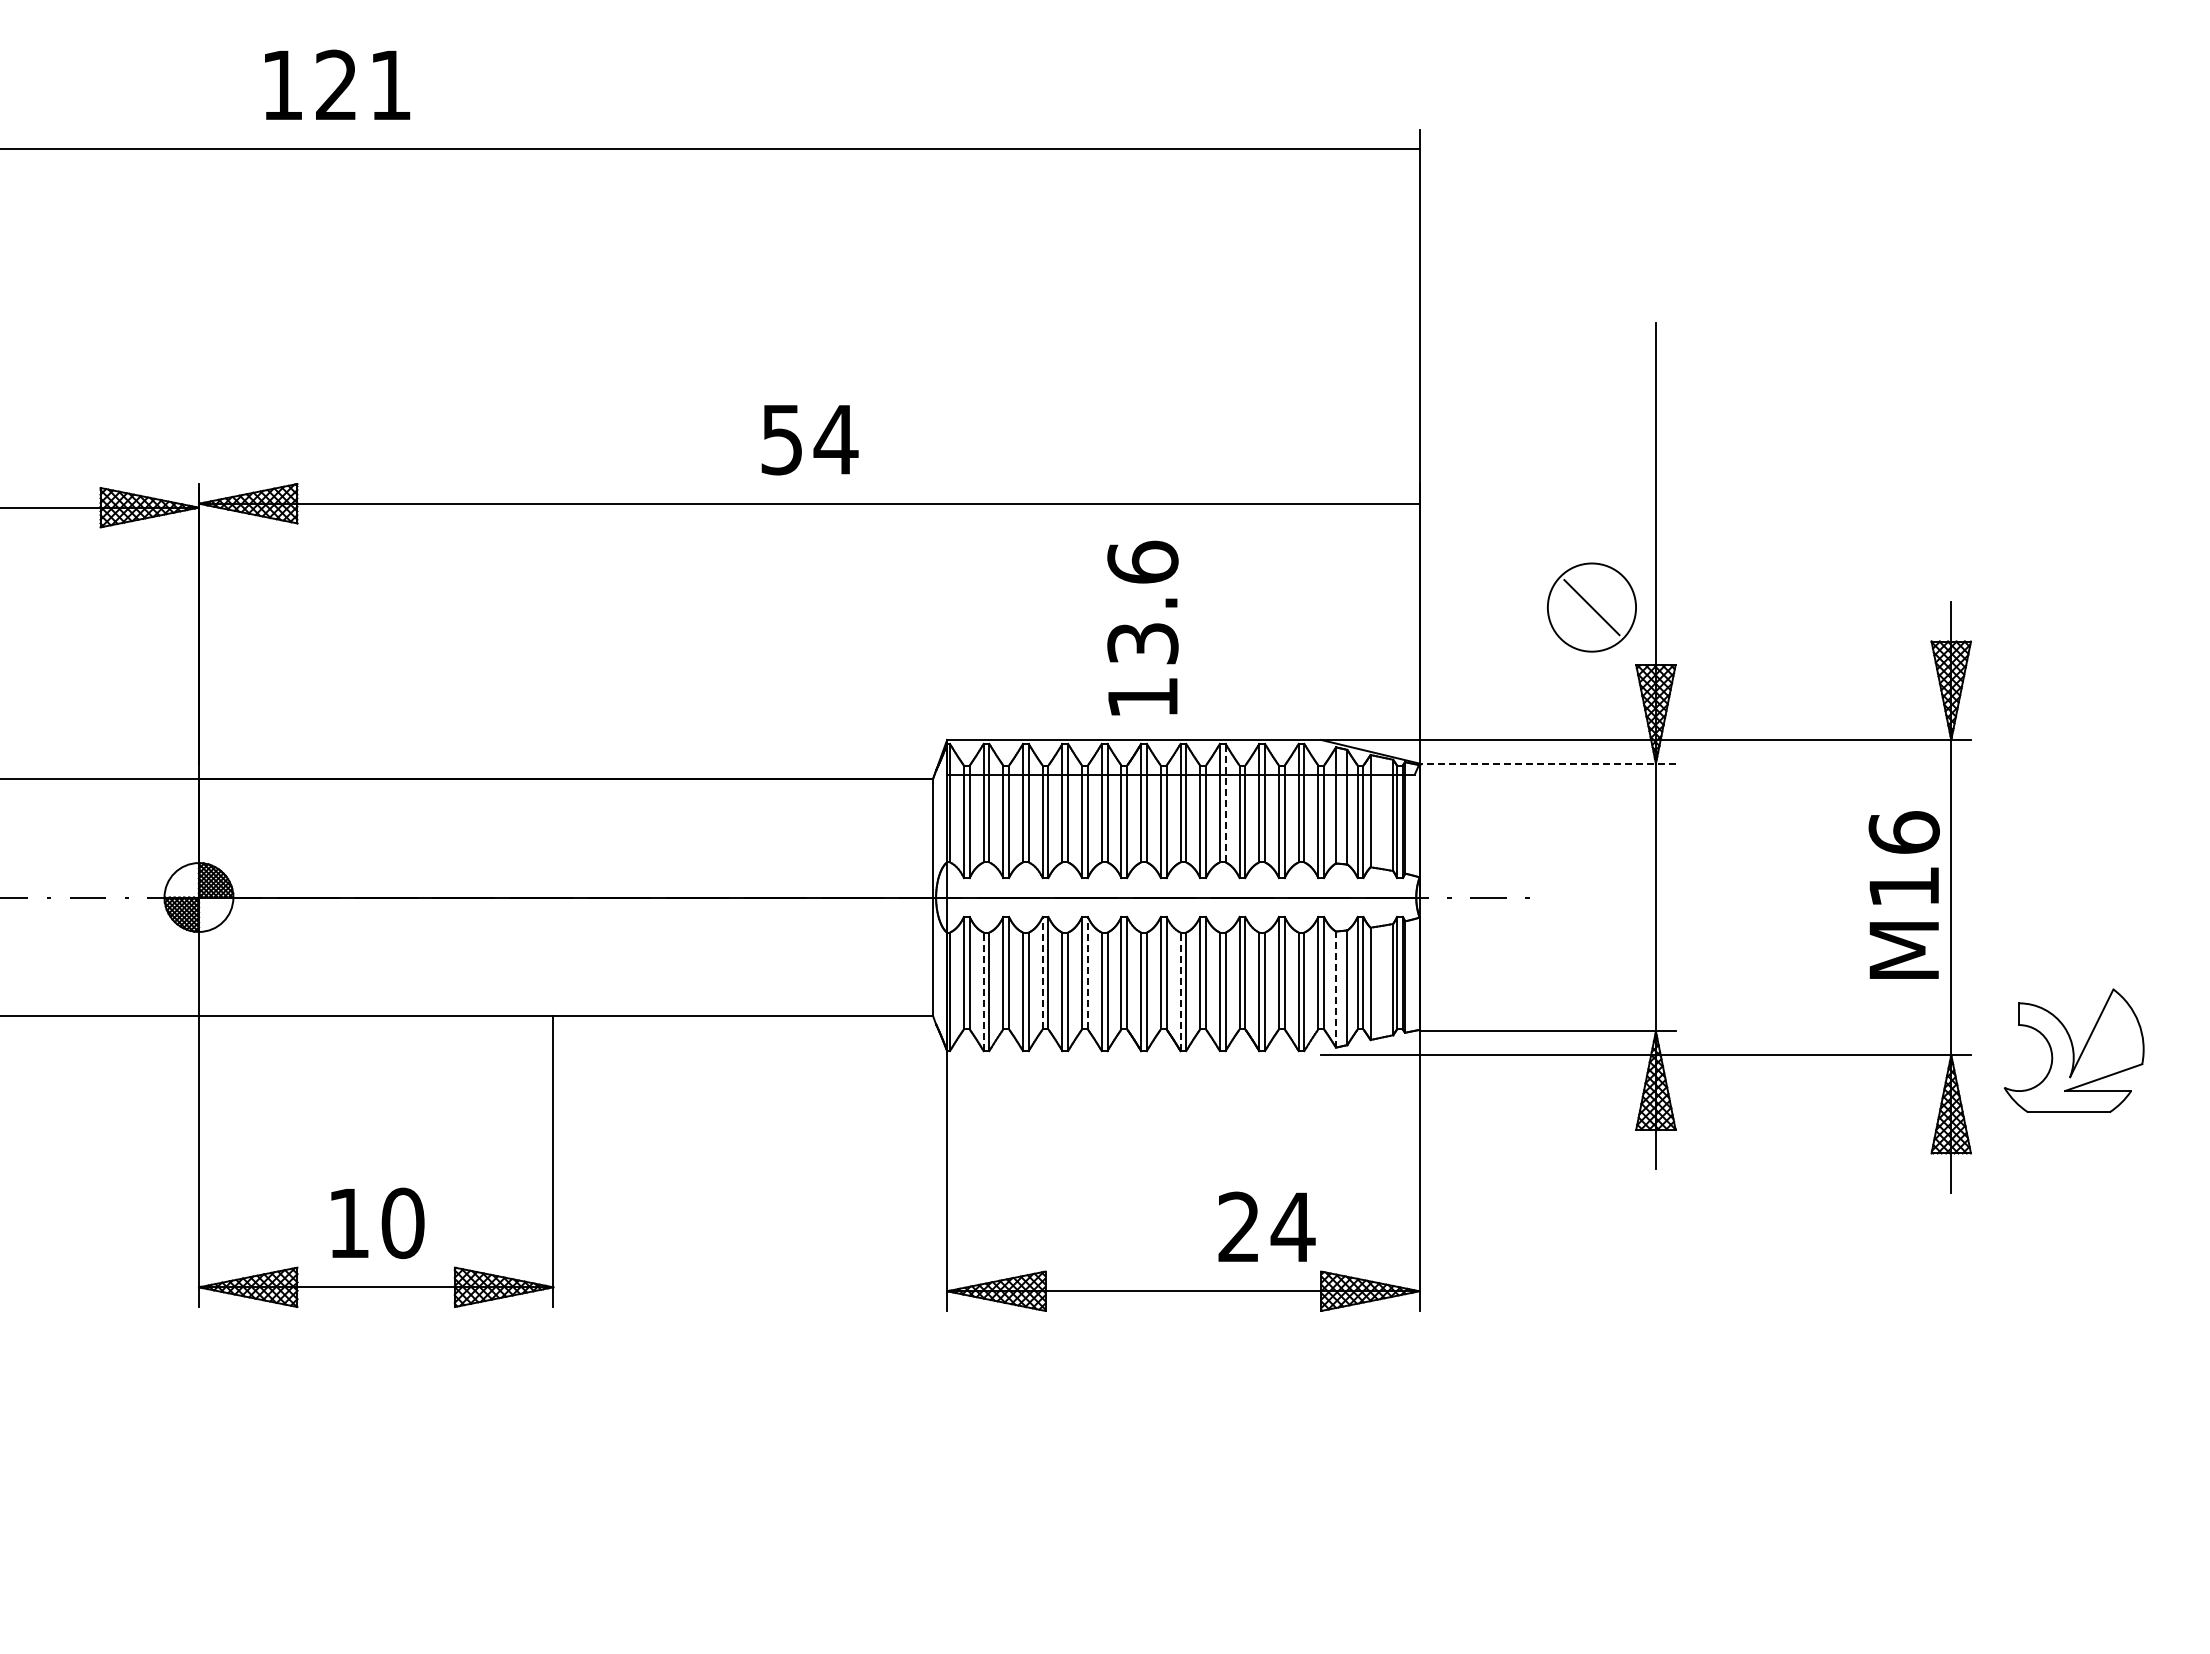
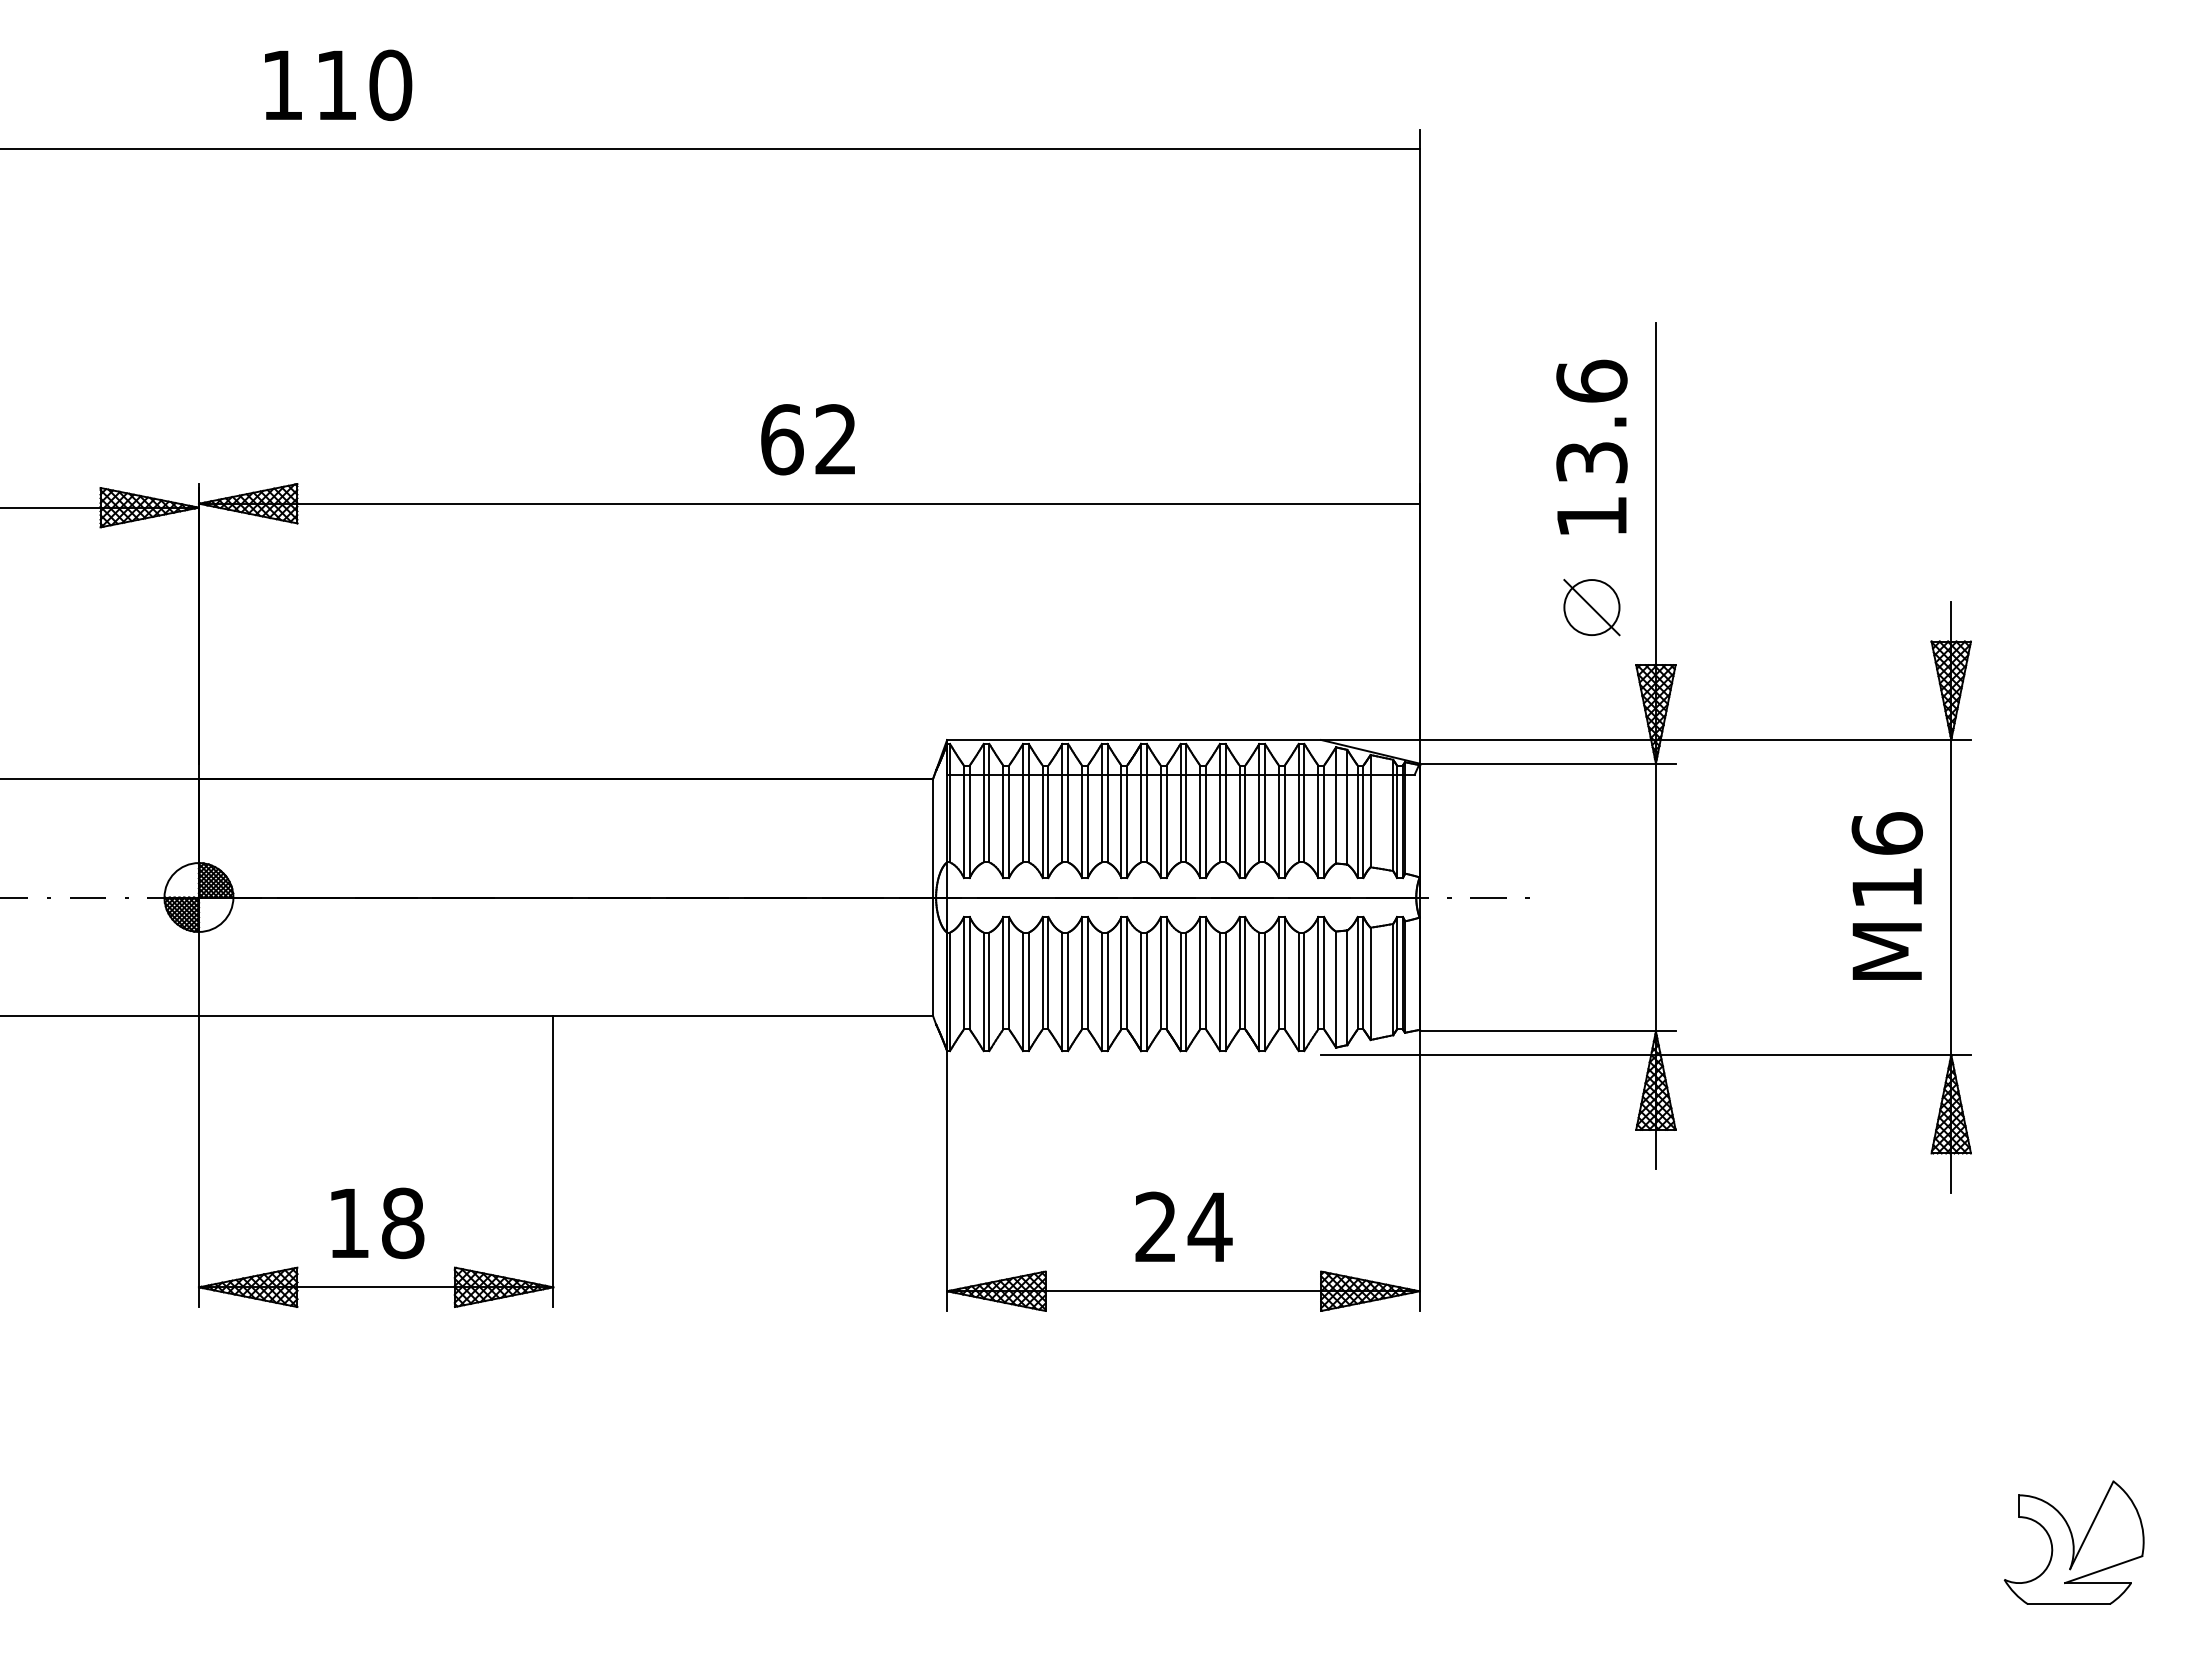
text at (364, 85): 121 -> 110
text at (809, 439): 54 -> 62
circle at (1591, 607) diameter: 88 px -> 55 px
text at (1142, 627) position: (1142, 627) -> (1591, 446)
line at (1547, 763): dashed -> solid
line at (1225, 802): dashed -> solid
text at (1903, 894) position: (1903, 894) -> (1886, 895)
line at (1042, 972): dashed -> solid
line at (1087, 972): dashed -> solid
line at (1336, 989): dashed -> solid
line at (983, 991): dashed -> solid
line at (1180, 991): dashed -> solid
part at (2073, 1050) position: (2073, 1050) -> (2073, 1542)
text at (402, 1223): 10 -> 18
text at (1266, 1226) position: (1266, 1226) -> (1183, 1226)
